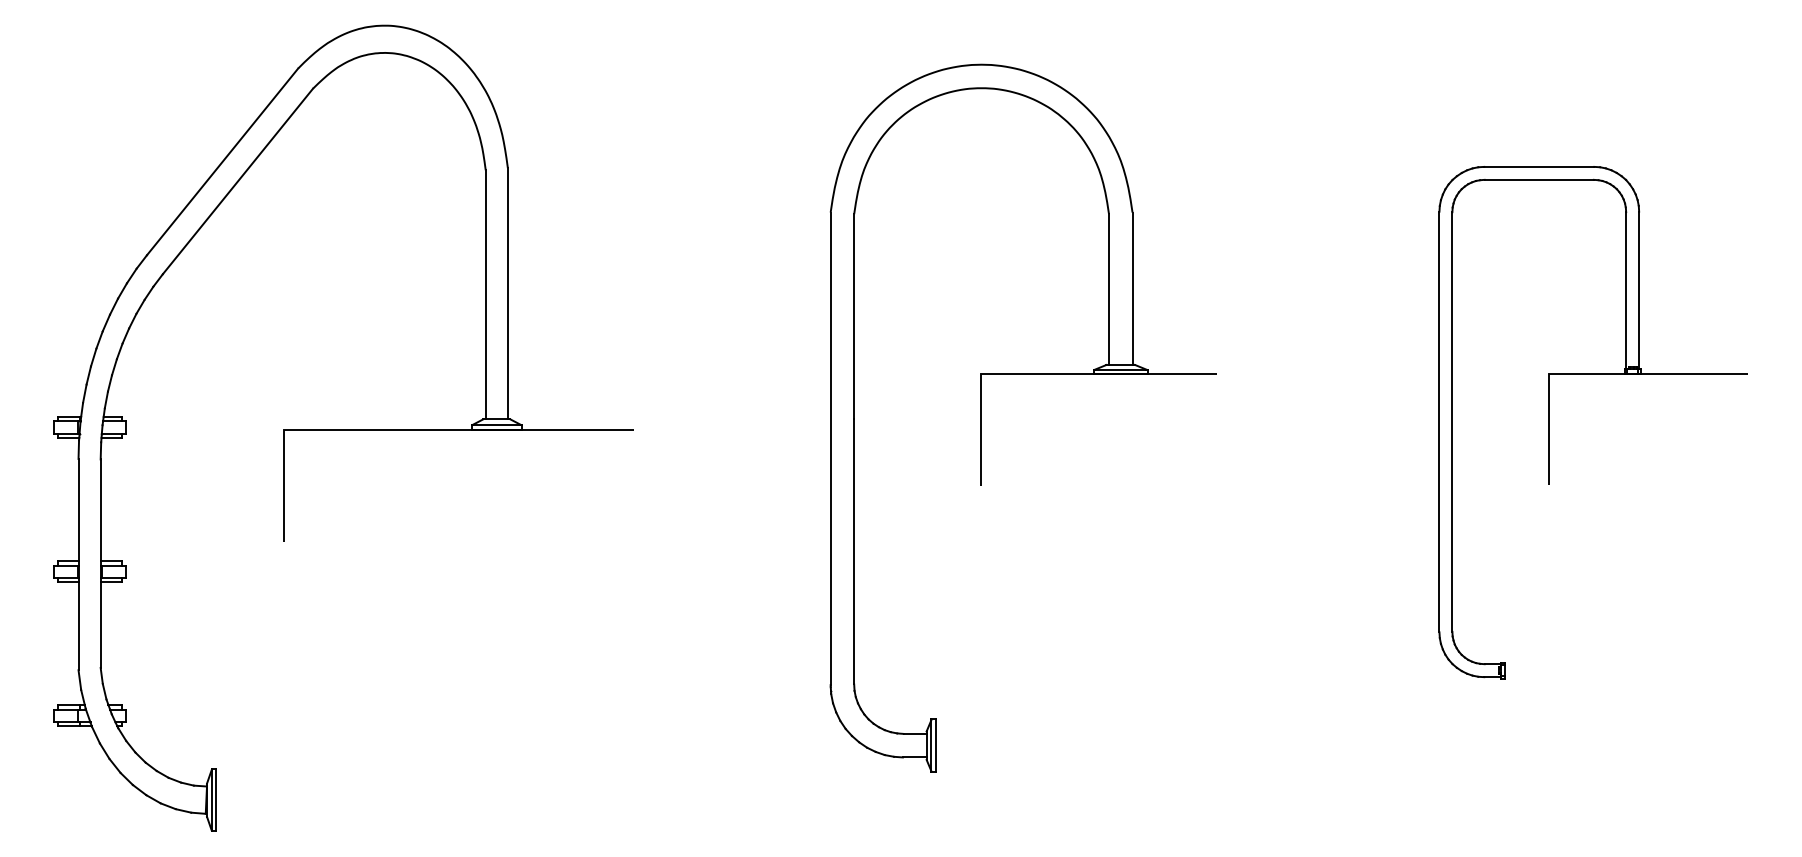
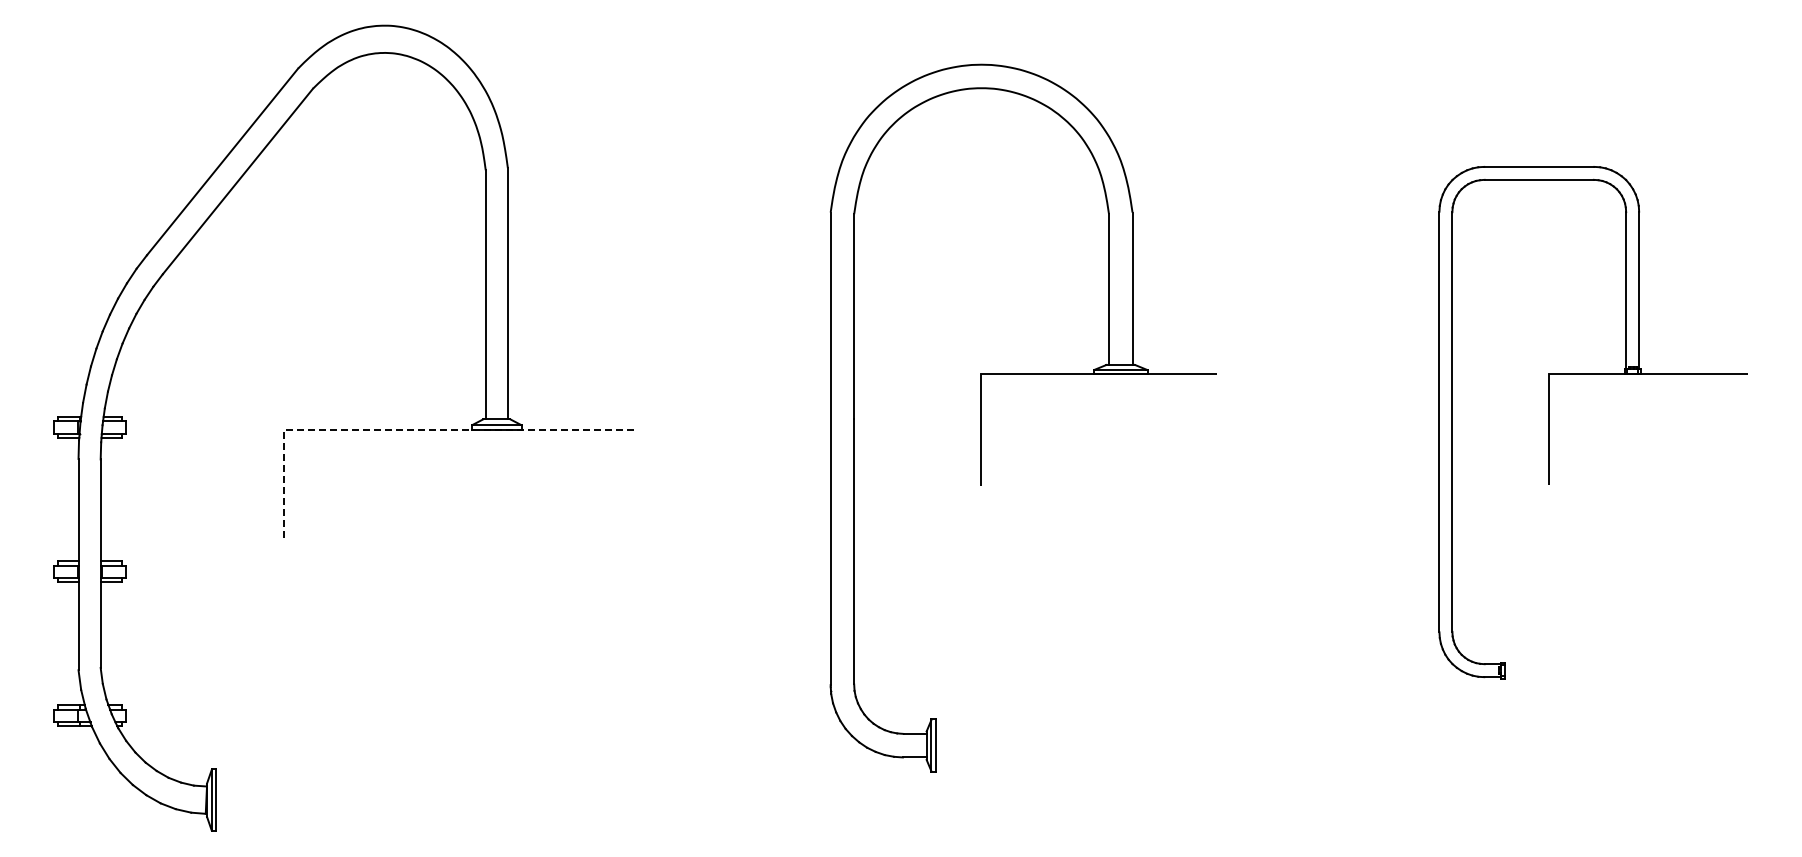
line at (402, 430): solid -> dashed
